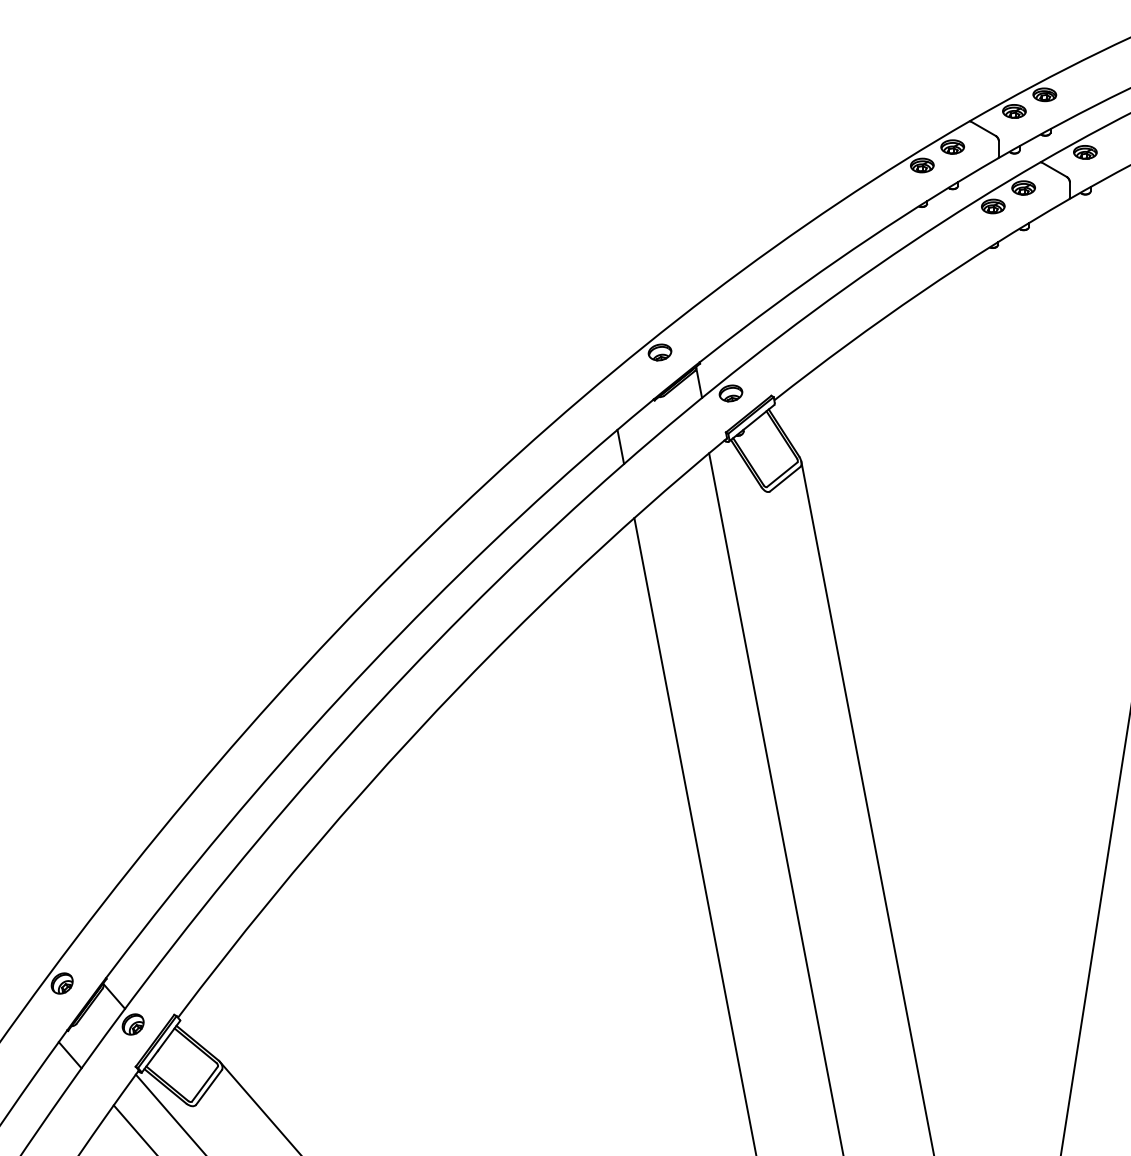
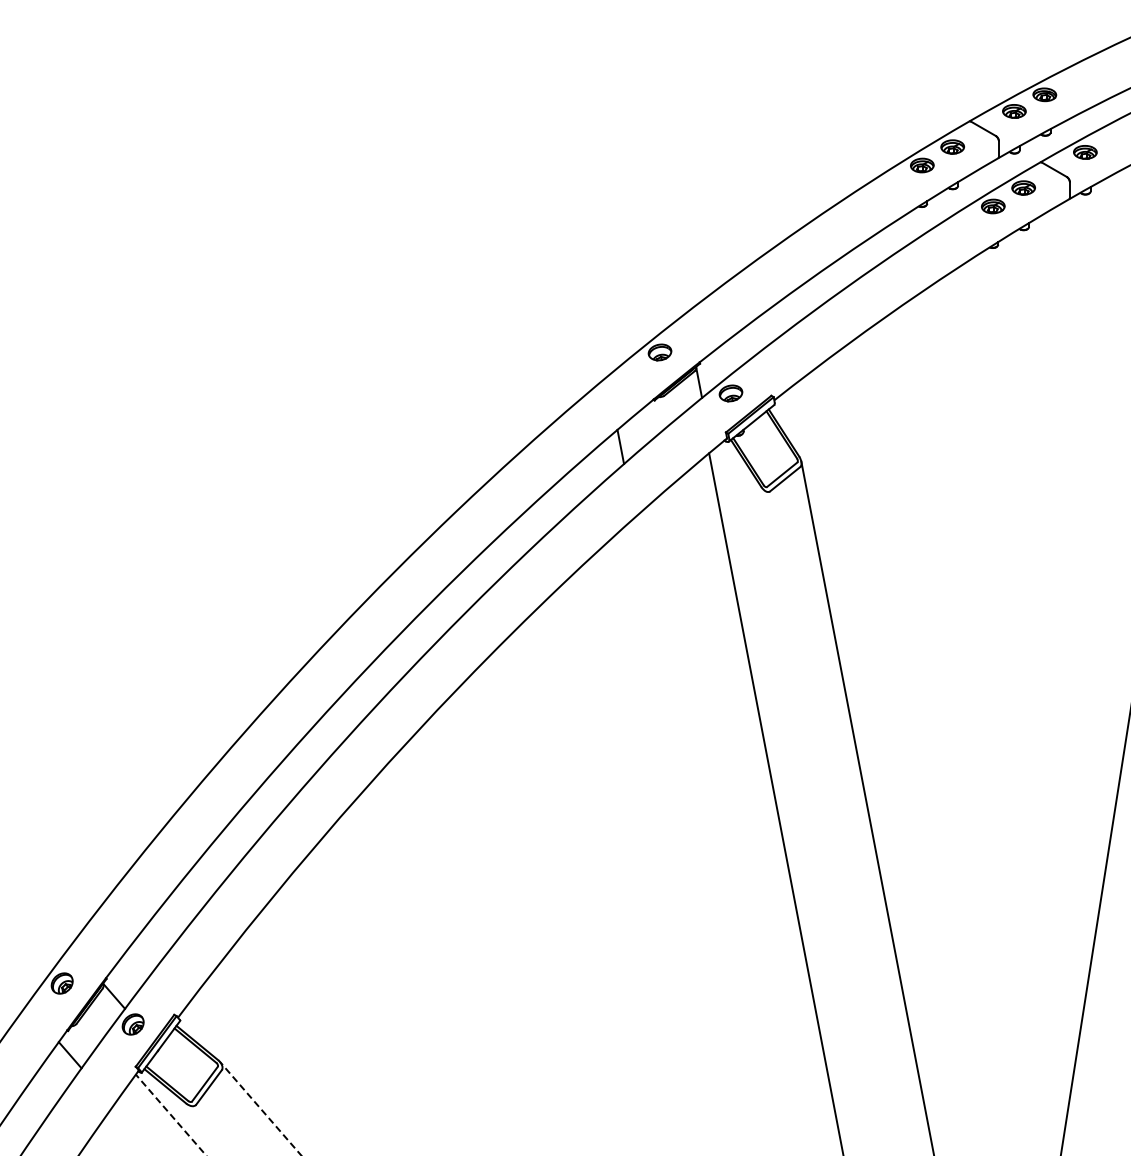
line at (694, 835): present -> none
line at (260, 1108): solid -> dashed
line at (170, 1114): solid -> dashed
line at (134, 1128): present -> none
